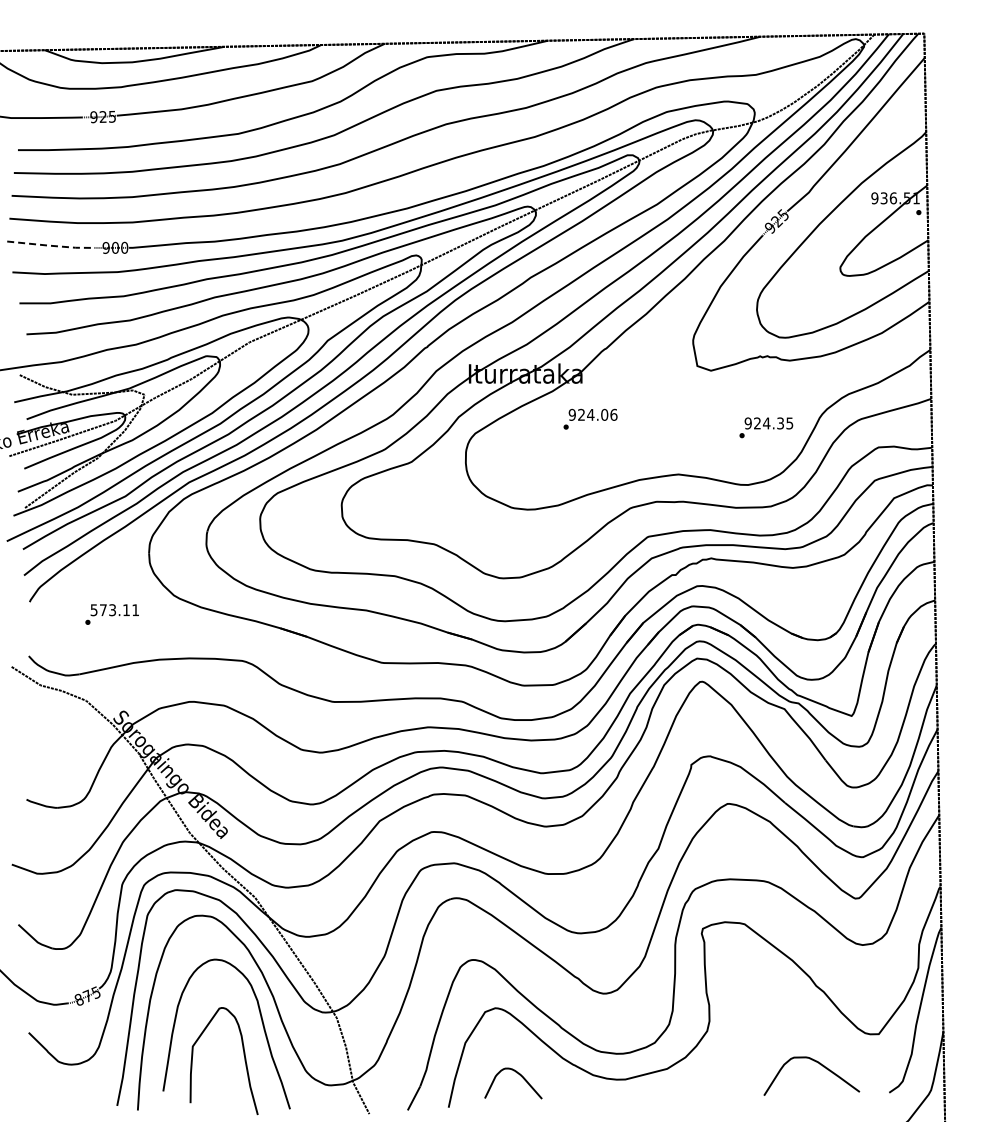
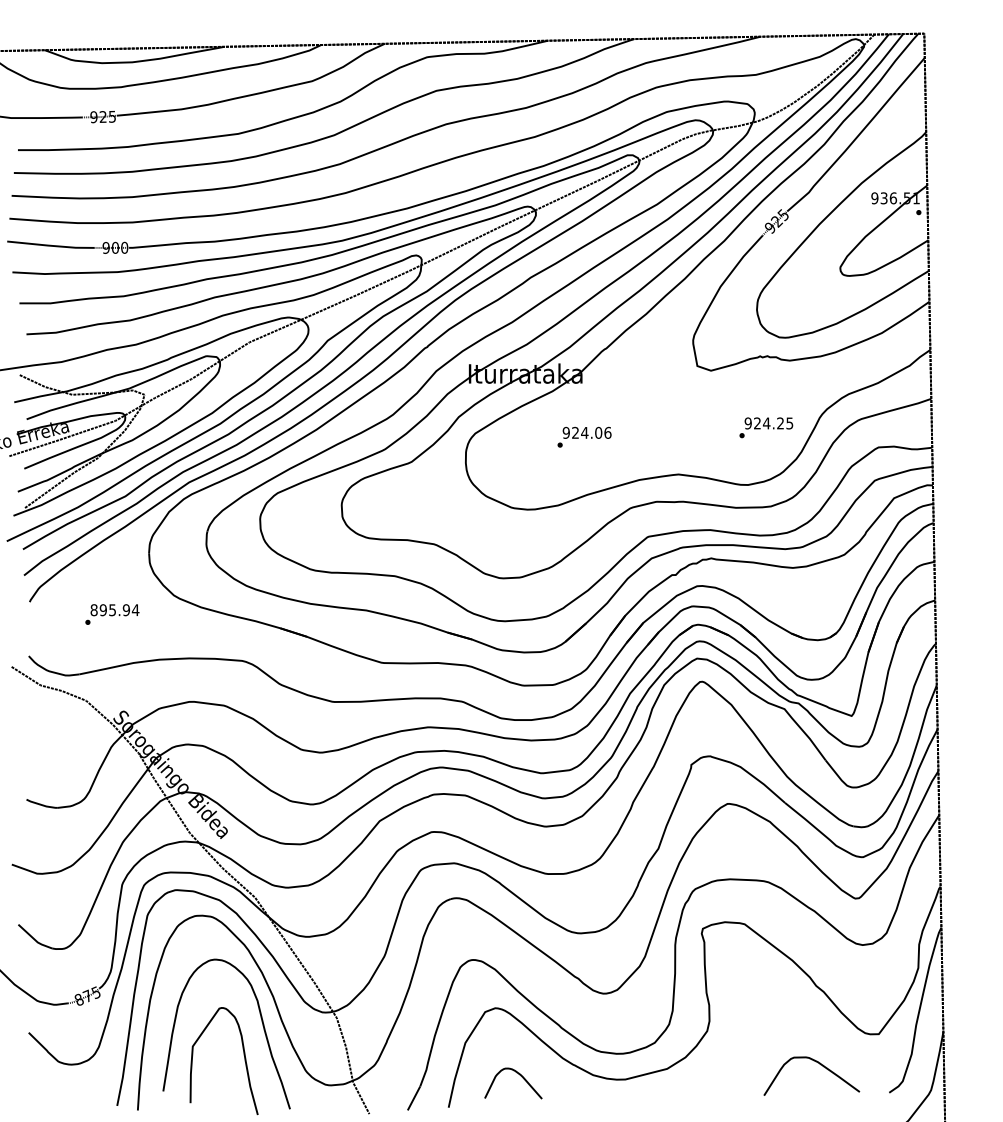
line at (50, 245): dashed -> solid
text at (590, 418) position: (590, 418) -> (584, 436)
text at (780, 423): 924.35 -> 924.25
text at (114, 610): 573.11 -> 895.94
